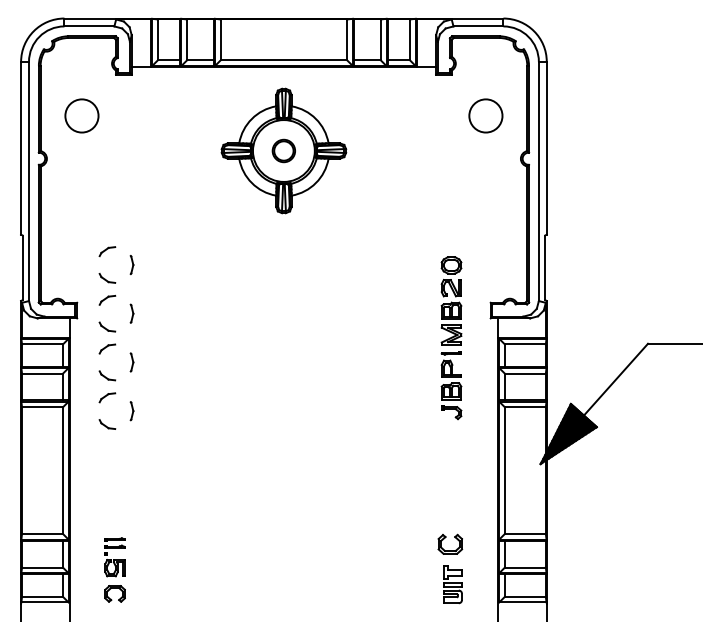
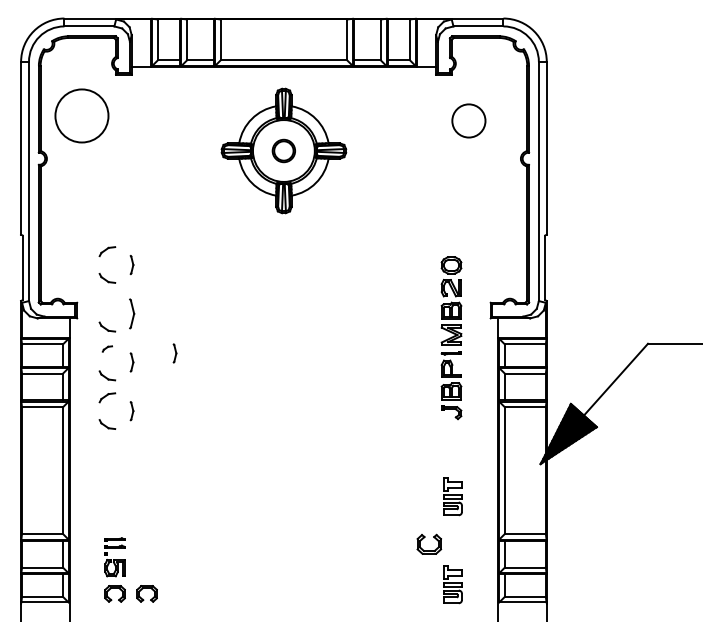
circle at (81, 115) diameter: 33 px -> 53 px
circle at (485, 115) position: (485, 115) -> (468, 120)
part at (107, 300): present -> none
part at (131, 313) size: 6x21 px -> 7x32 px
part at (107, 348) size: 19x12 px -> 12x8 px
part at (174, 353): none -> present
part at (452, 496): none -> present
part at (450, 550) position: (450, 550) -> (429, 550)
part at (146, 593): none -> present
